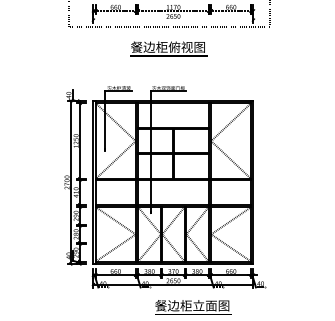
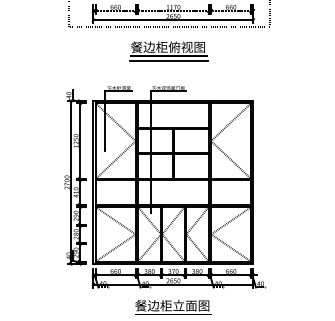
line at (173, 20): none -> present
line at (169, 60): none -> present
text at (193, 307) position: (193, 307) -> (173, 307)
